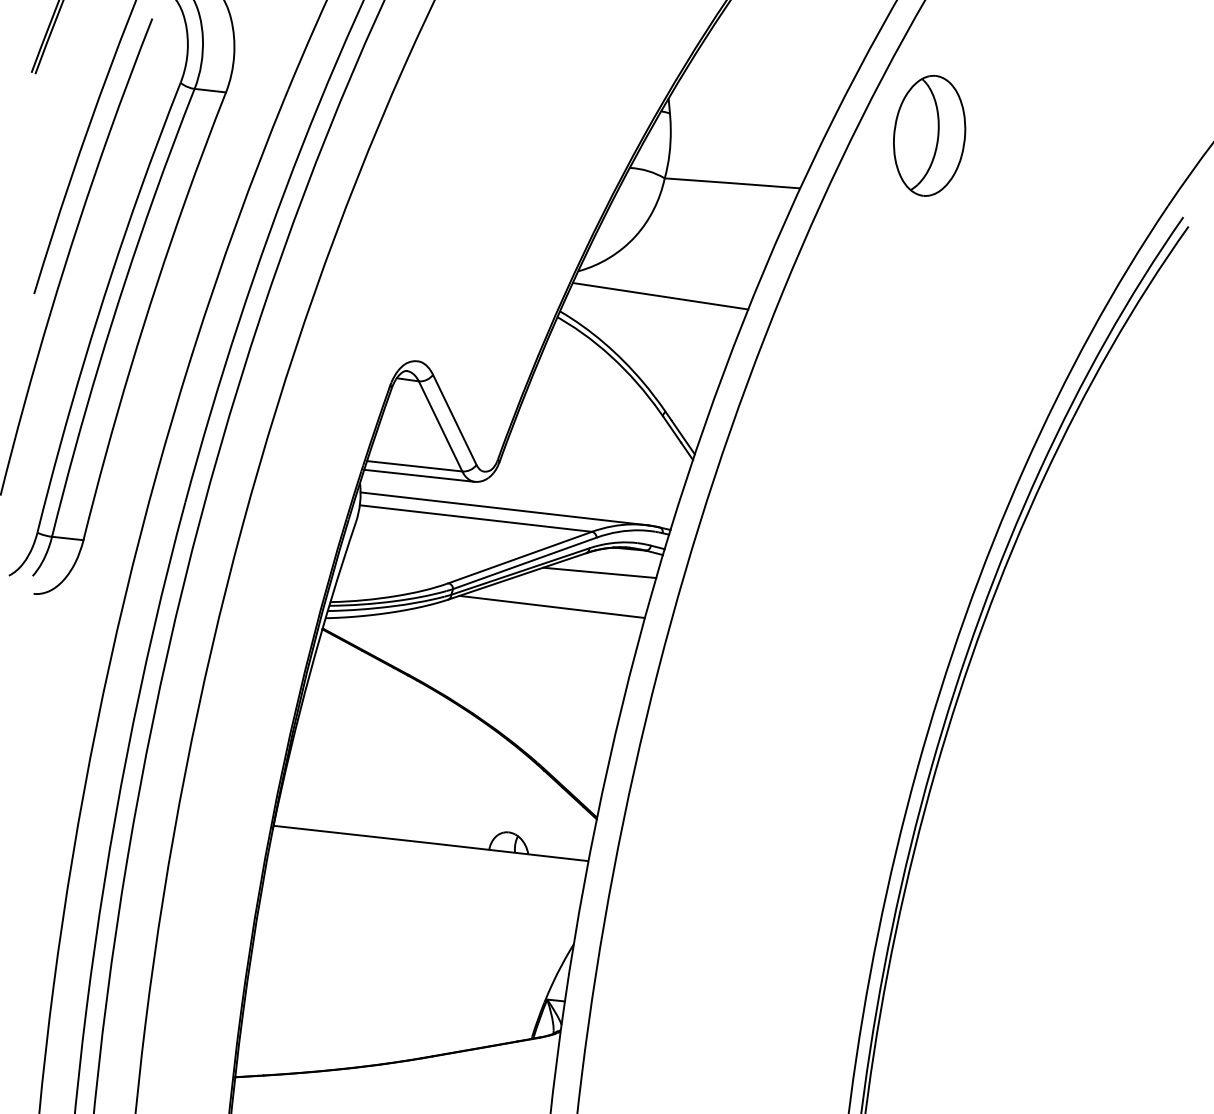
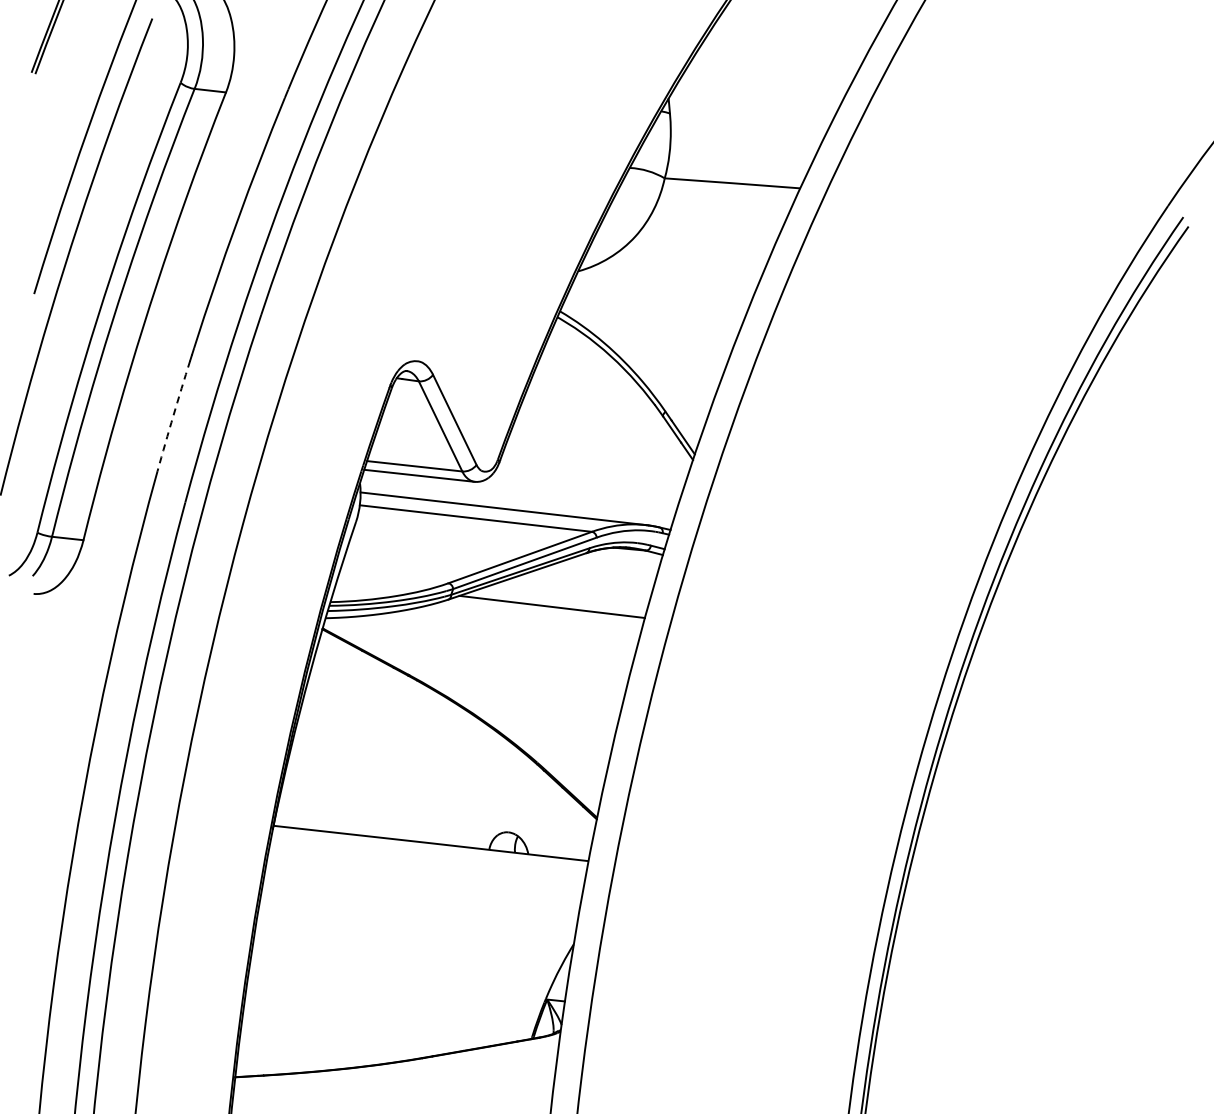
part at (929, 135): present -> none
line at (660, 296): present -> none
arc at (173, 415): solid -> dashed
line at (599, 572): present -> none
